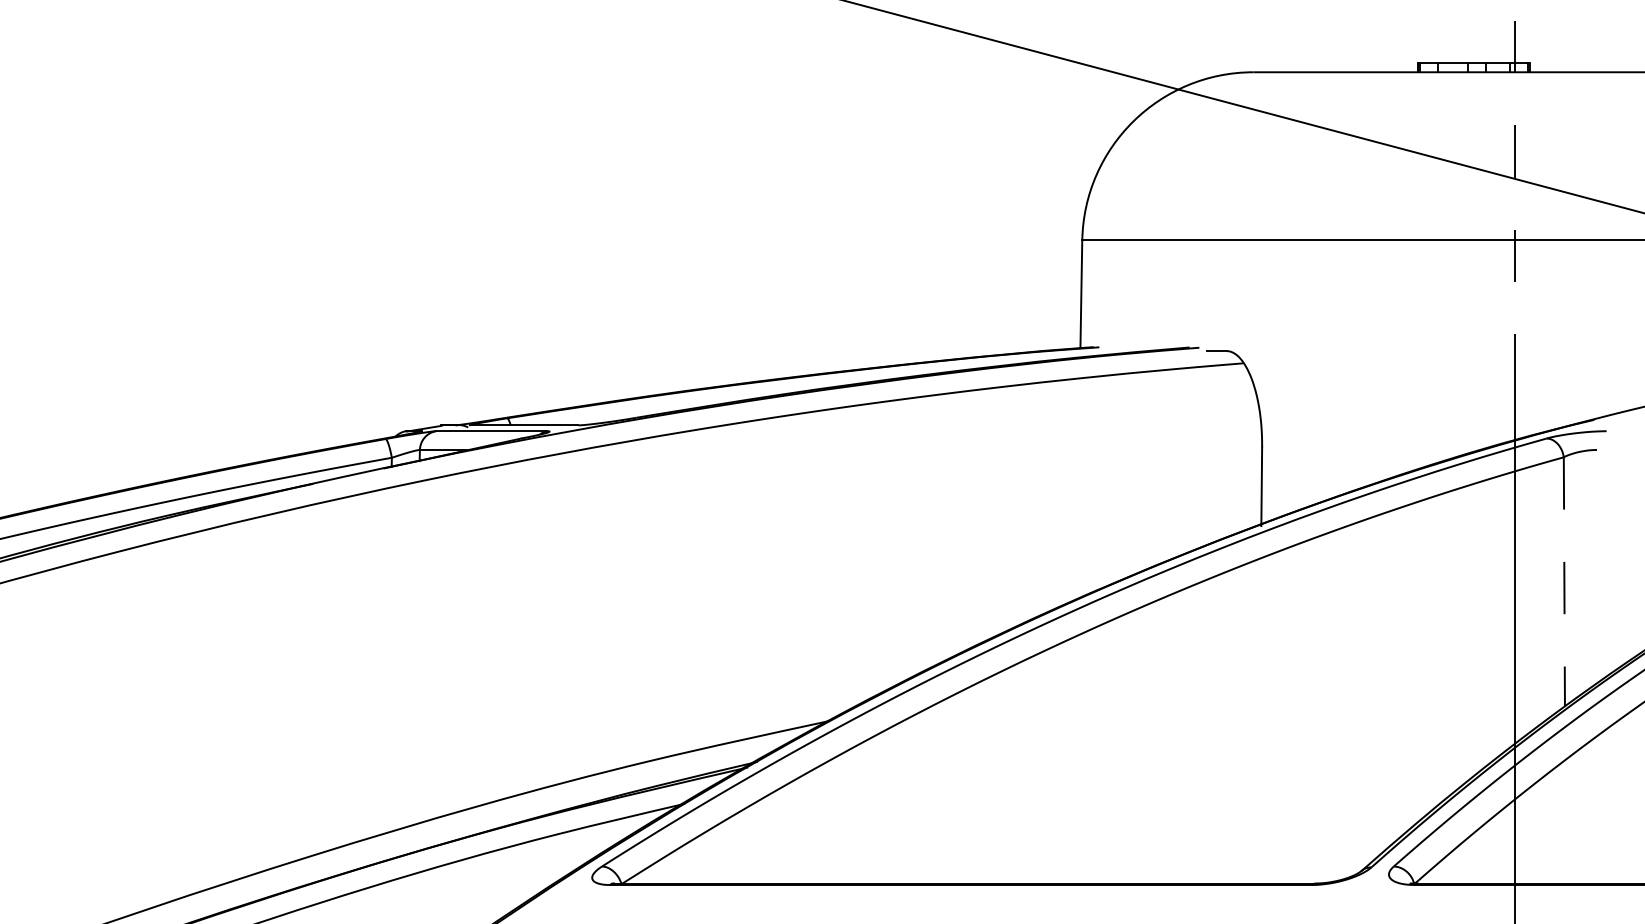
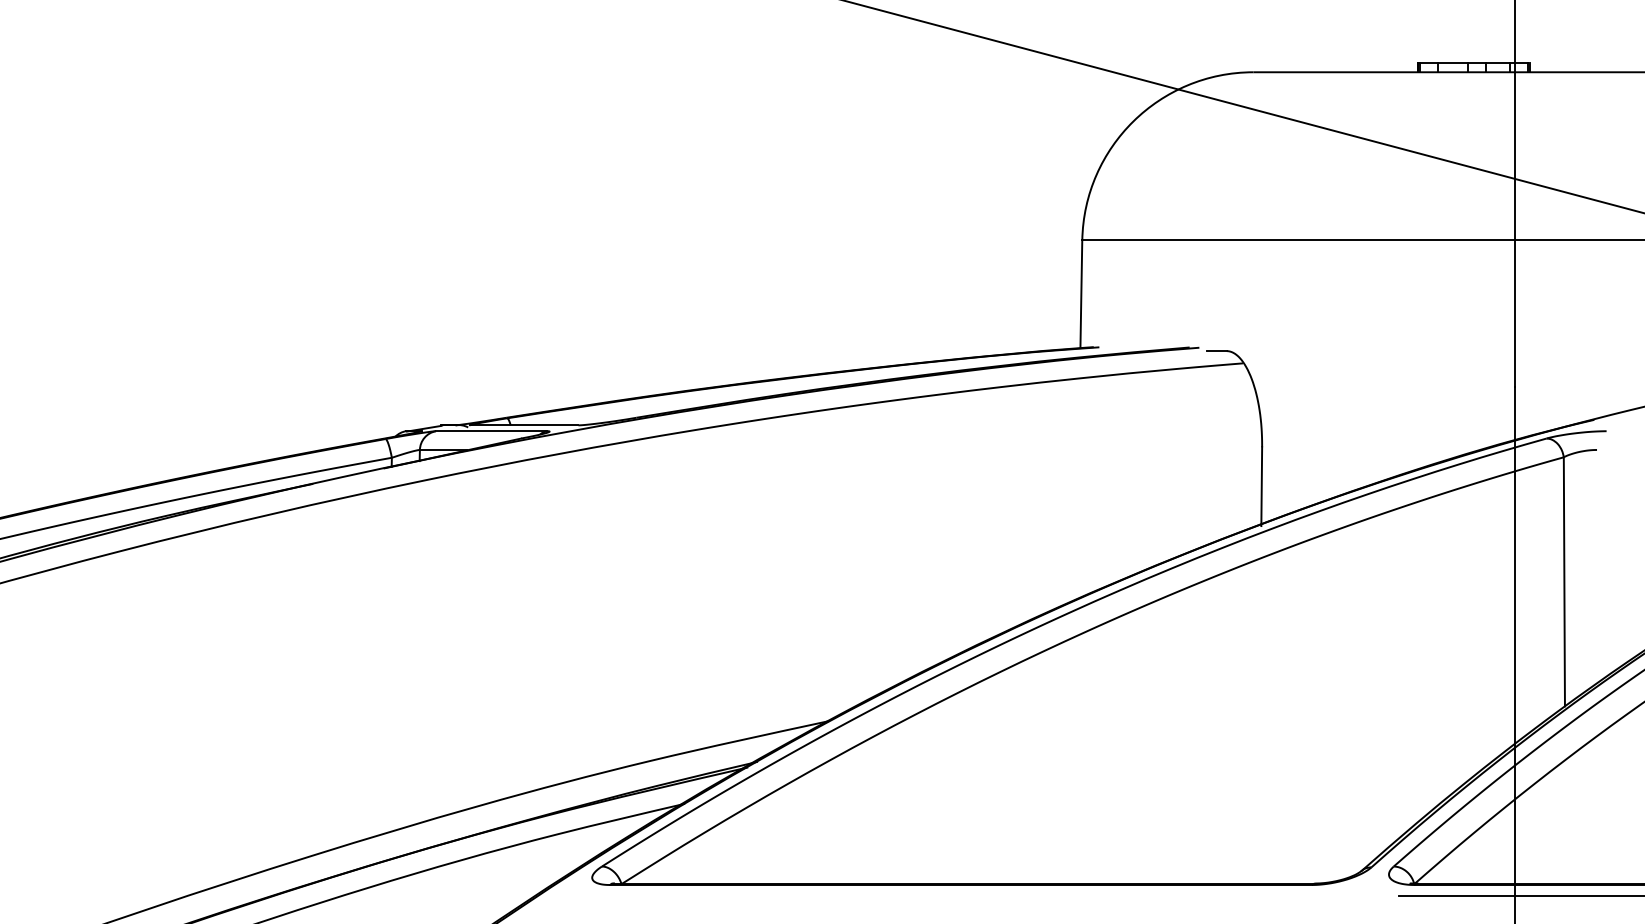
line at (1514, 193): dashed -> solid
line at (1564, 581): dashed -> solid
line at (1519, 896): none -> present
